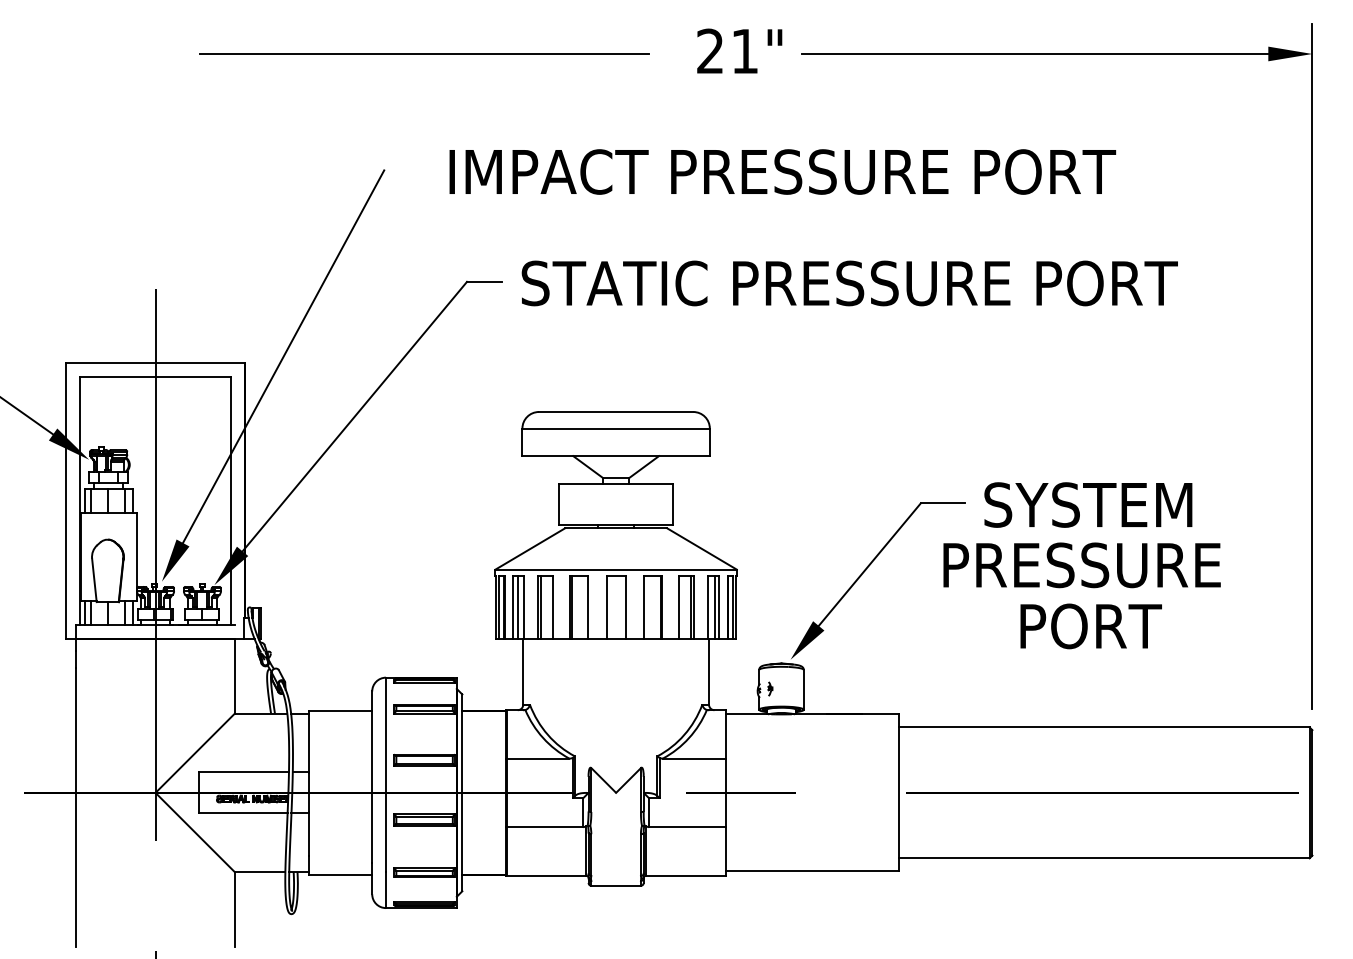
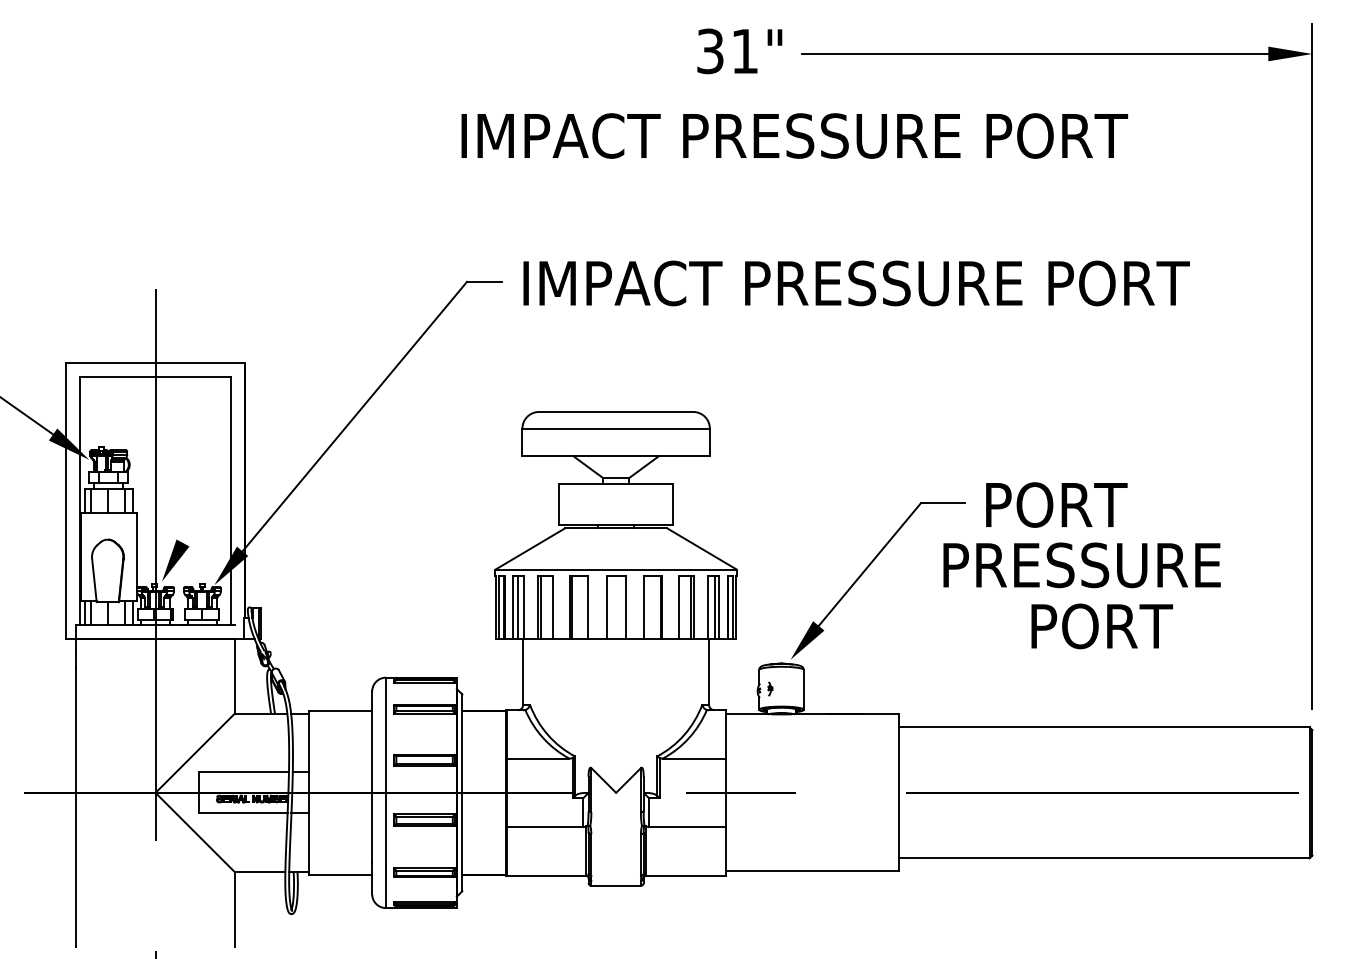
text at (710, 51): 21" -> 31"
line at (423, 54): present -> none
text at (782, 171) position: (782, 171) -> (794, 135)
text at (855, 283): STATIC PRESSURE PORT -> IMPACT PRESSURE PORT
line at (283, 356): present -> none
text at (1088, 504): SYSTEM -> PORT
text at (1090, 626) position: (1090, 626) -> (1101, 626)
